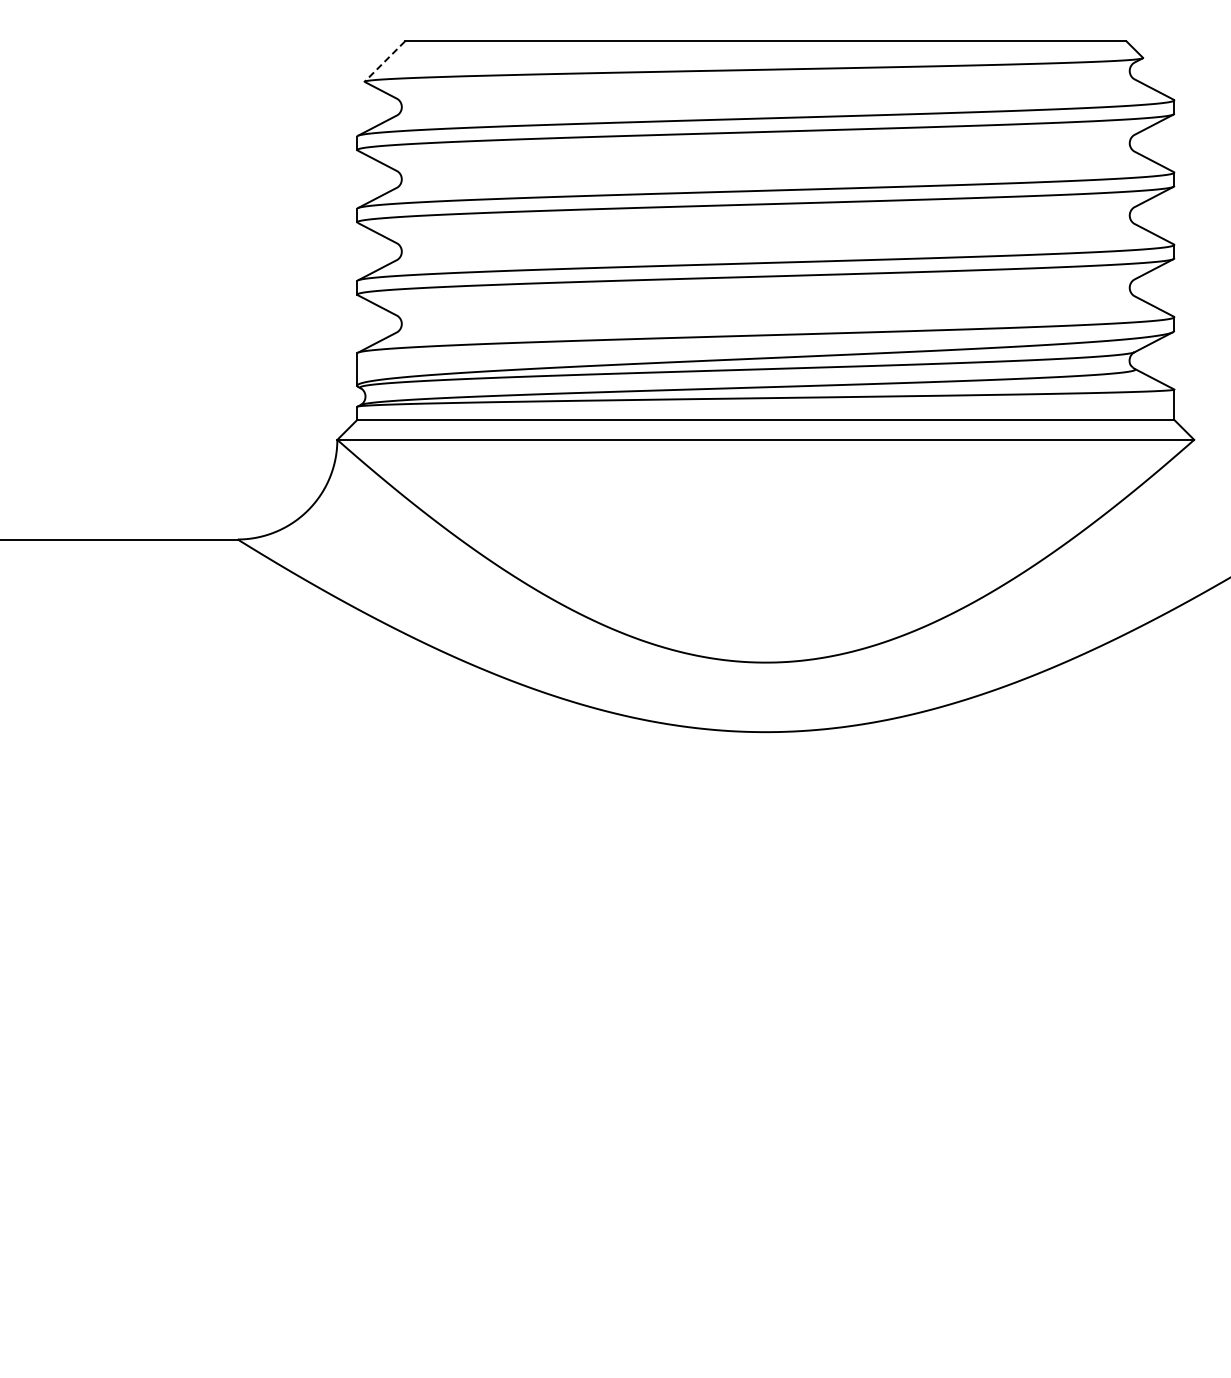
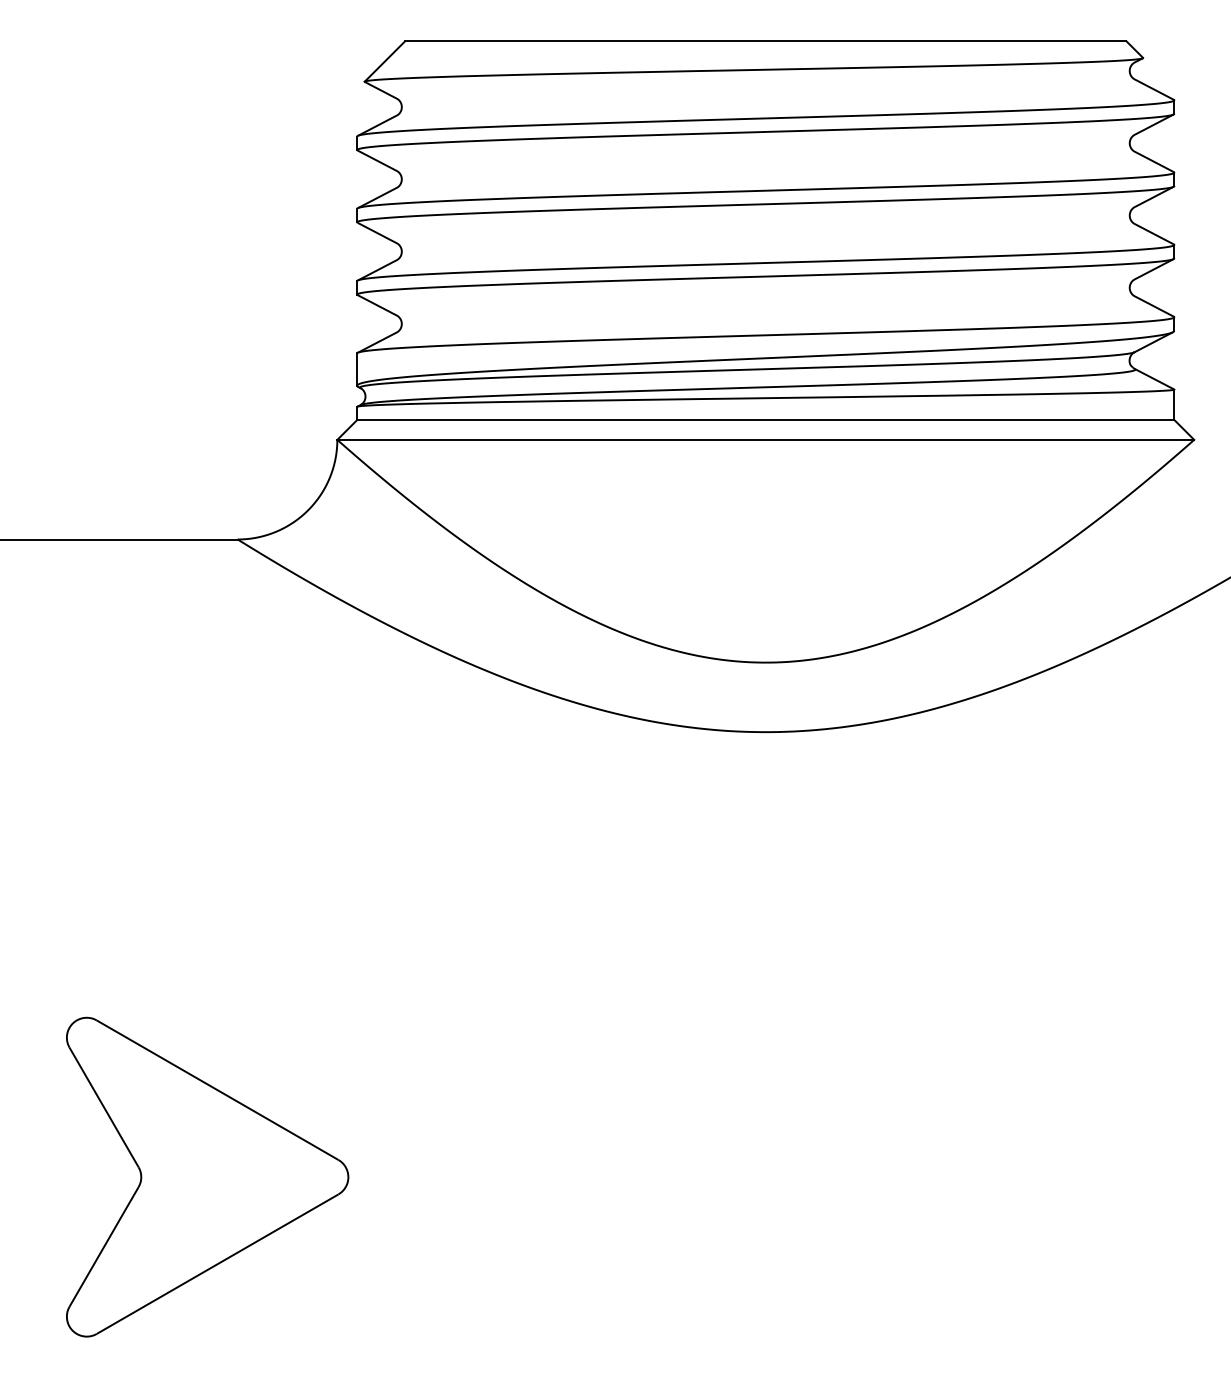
line at (384, 61): dashed -> solid
part at (207, 1176): none -> present
